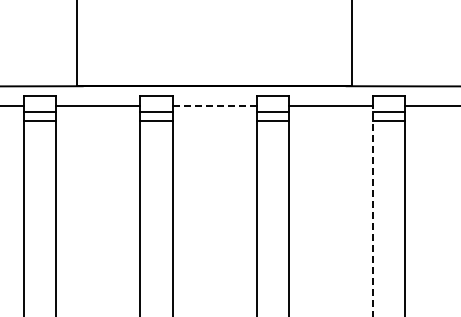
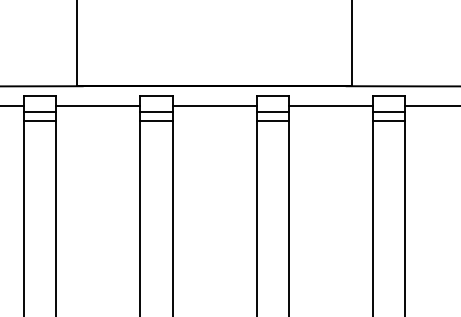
line at (214, 106): dashed -> solid
line at (373, 211): dashed -> solid
